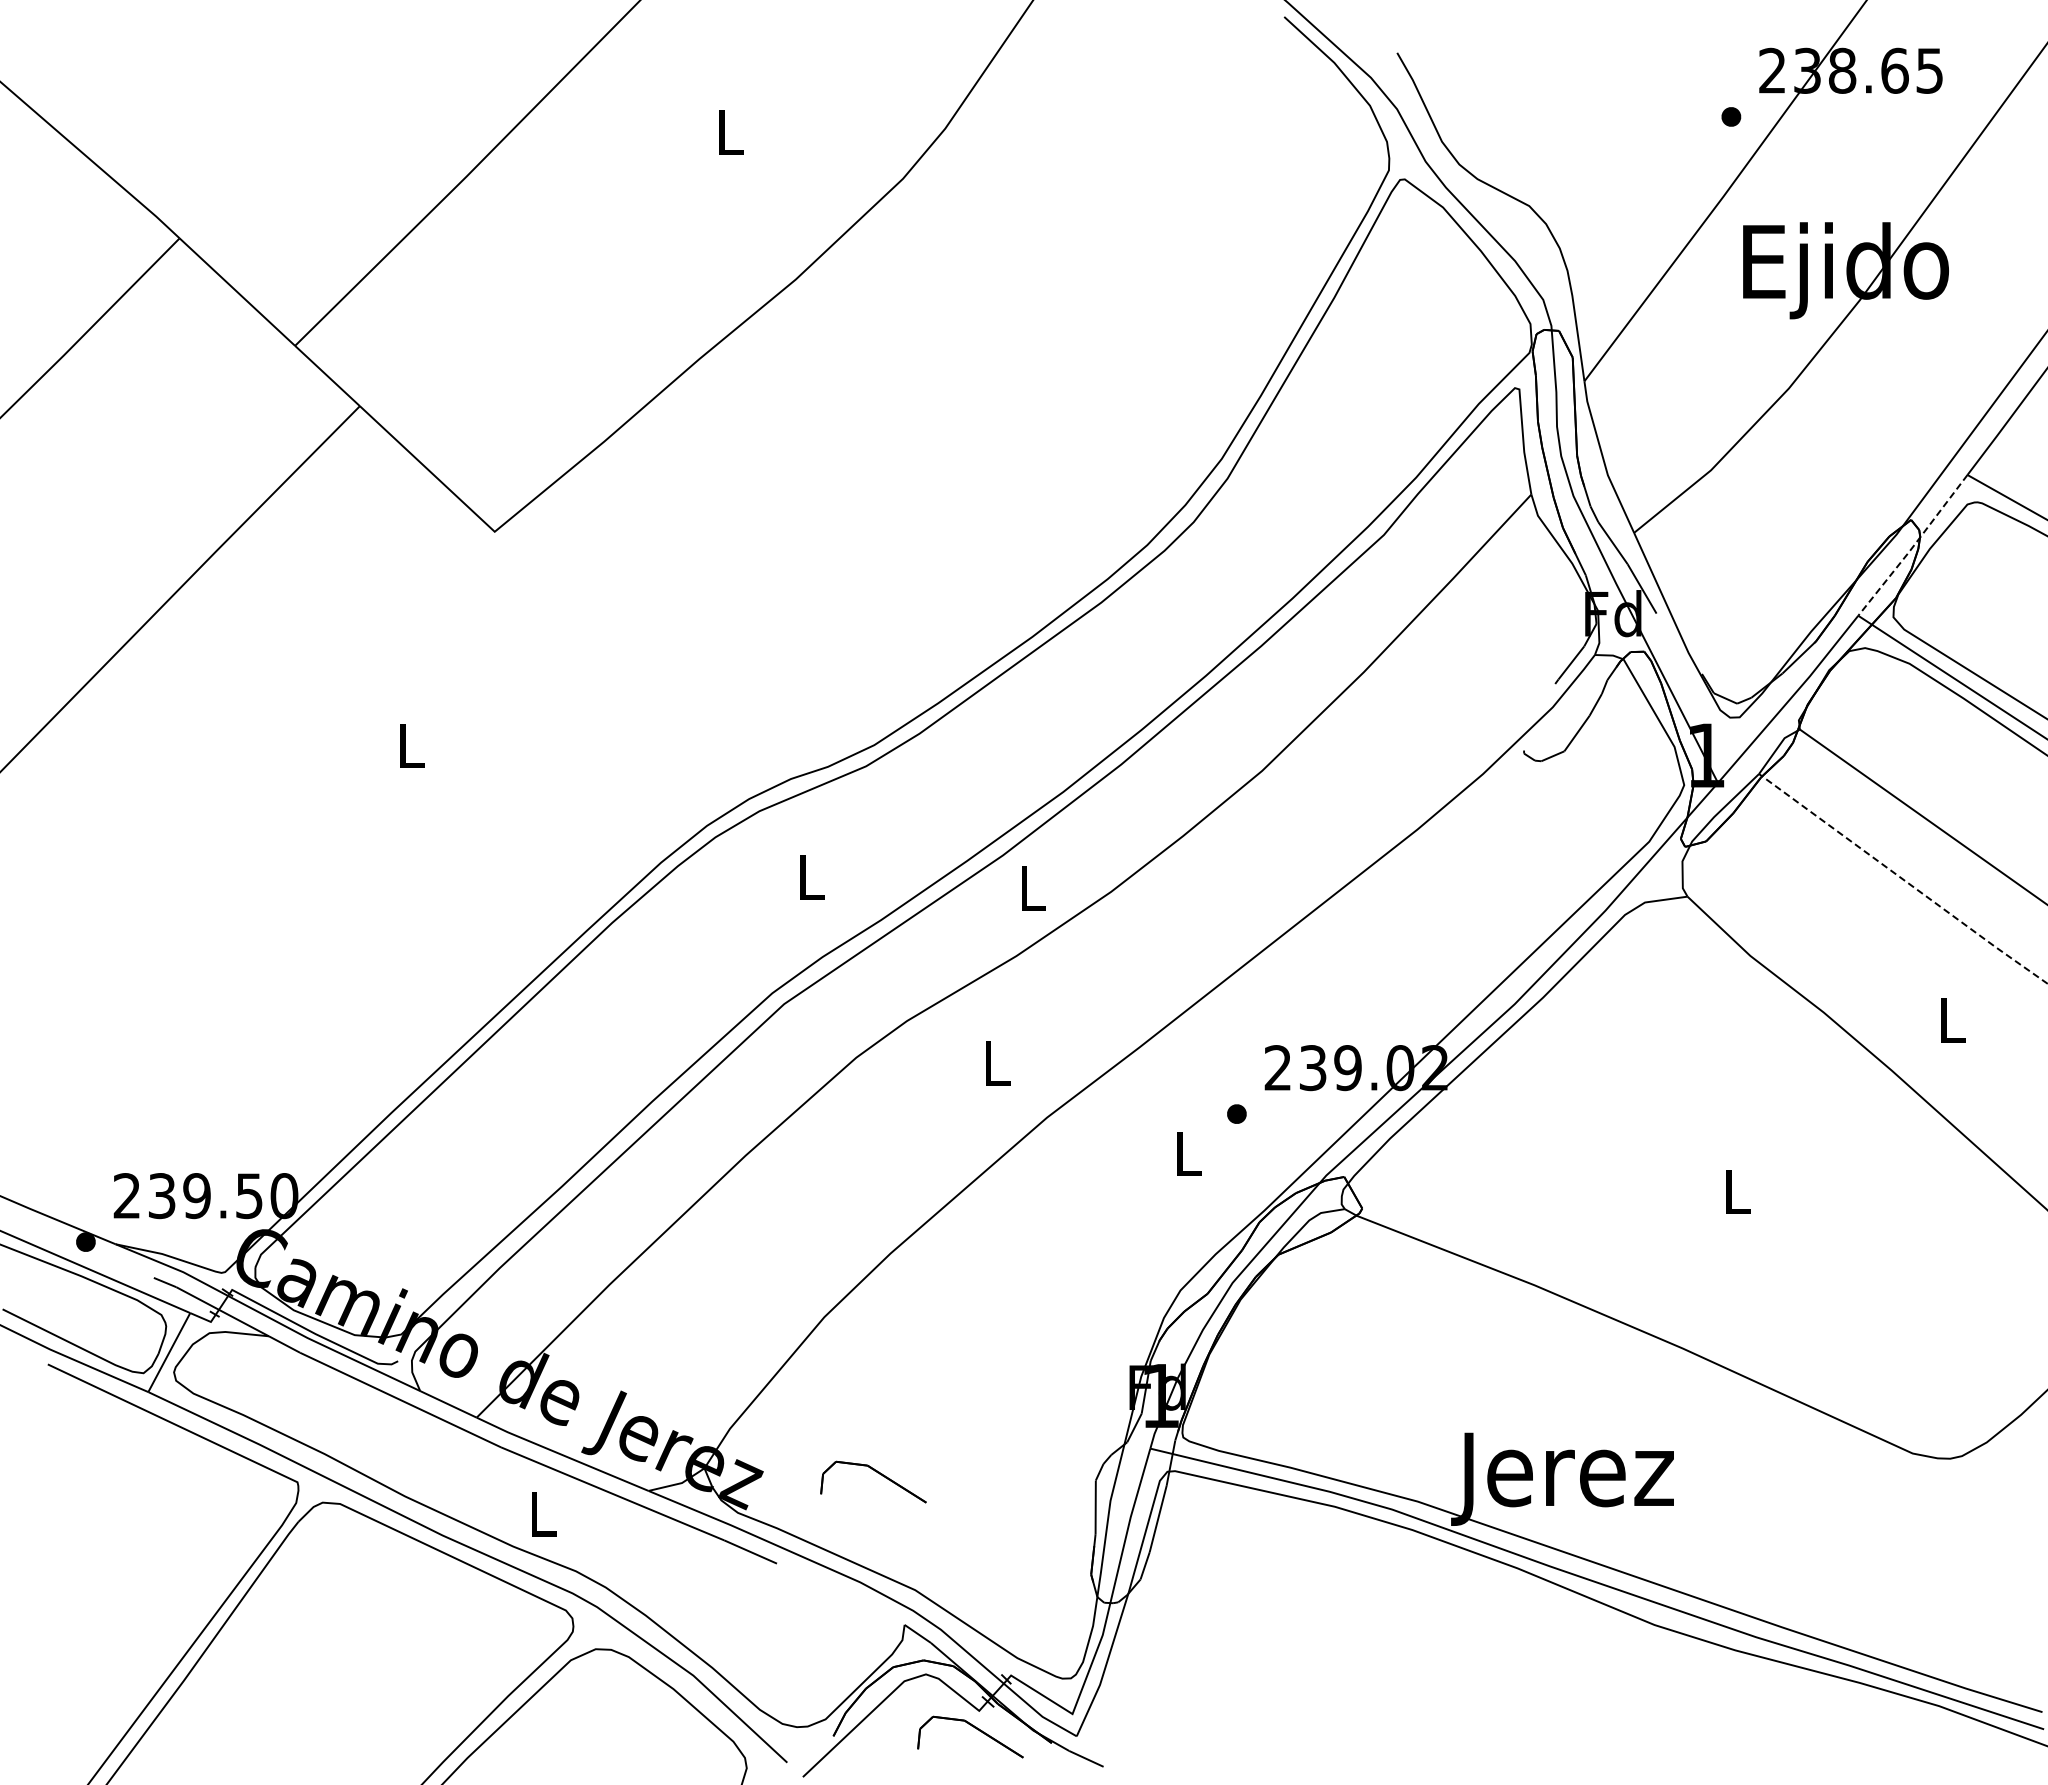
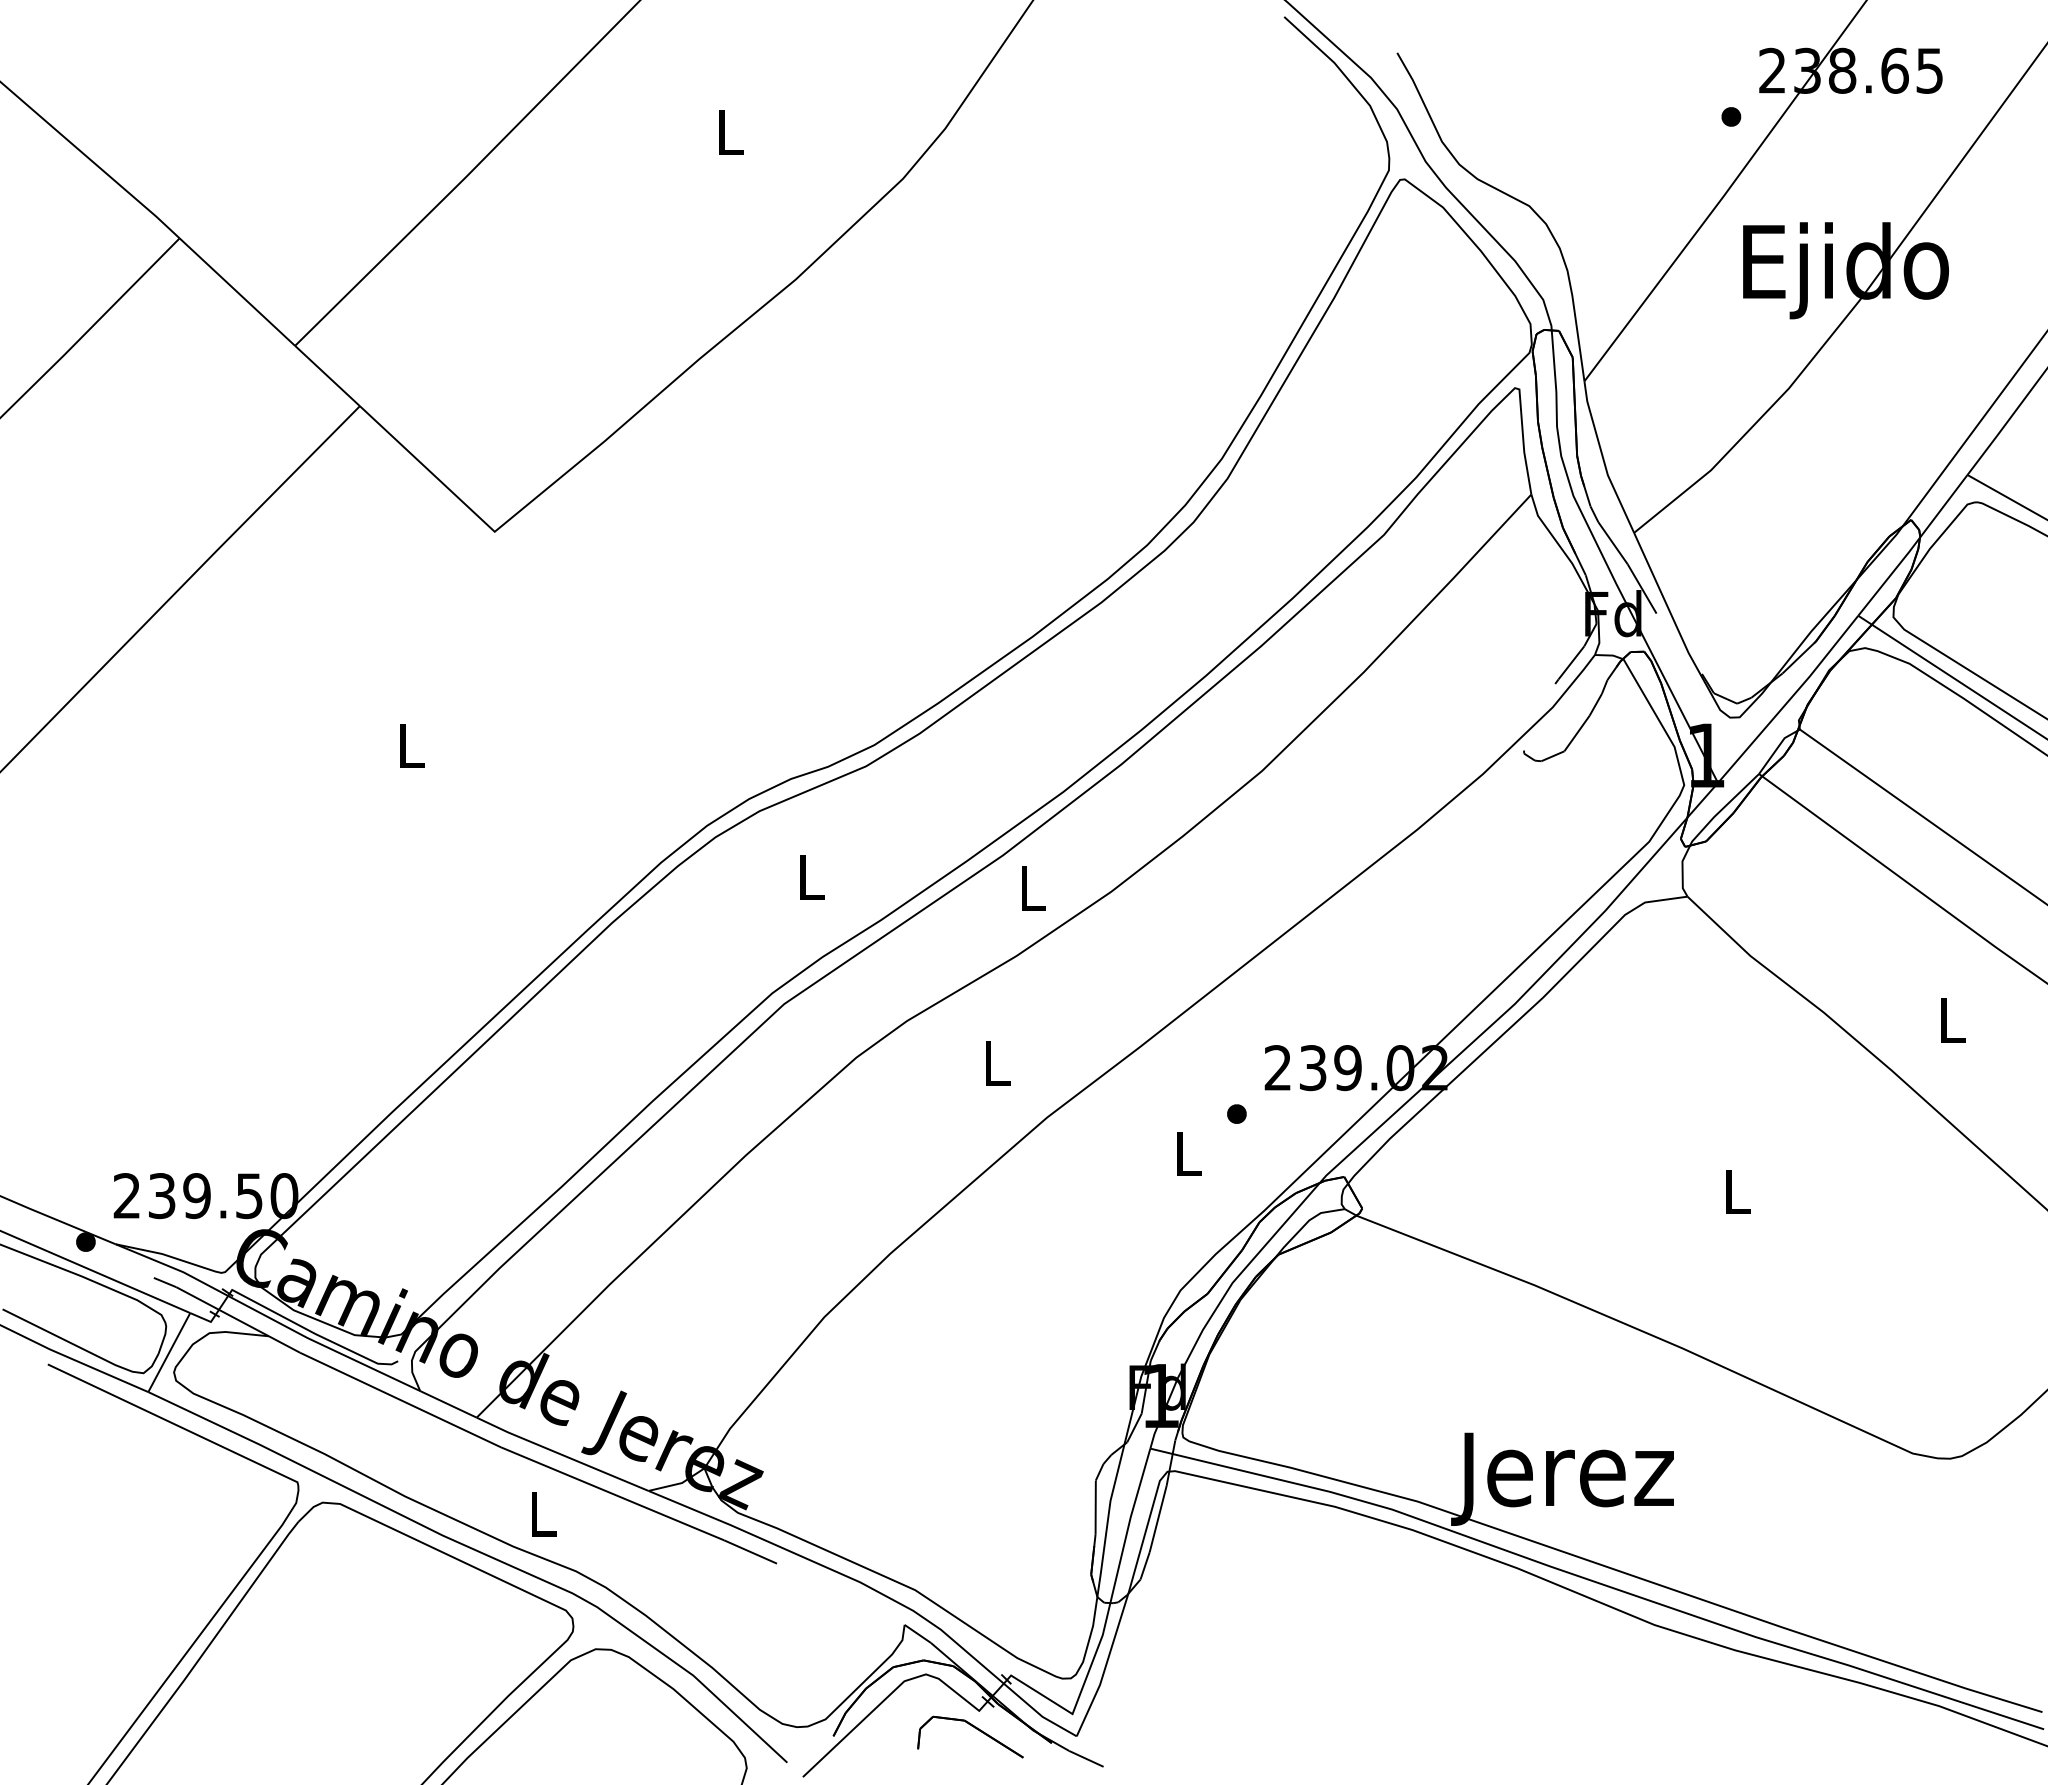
line at (1913, 546): dashed -> solid
line at (1903, 879): dashed -> solid
part at (877, 1473): present -> none
